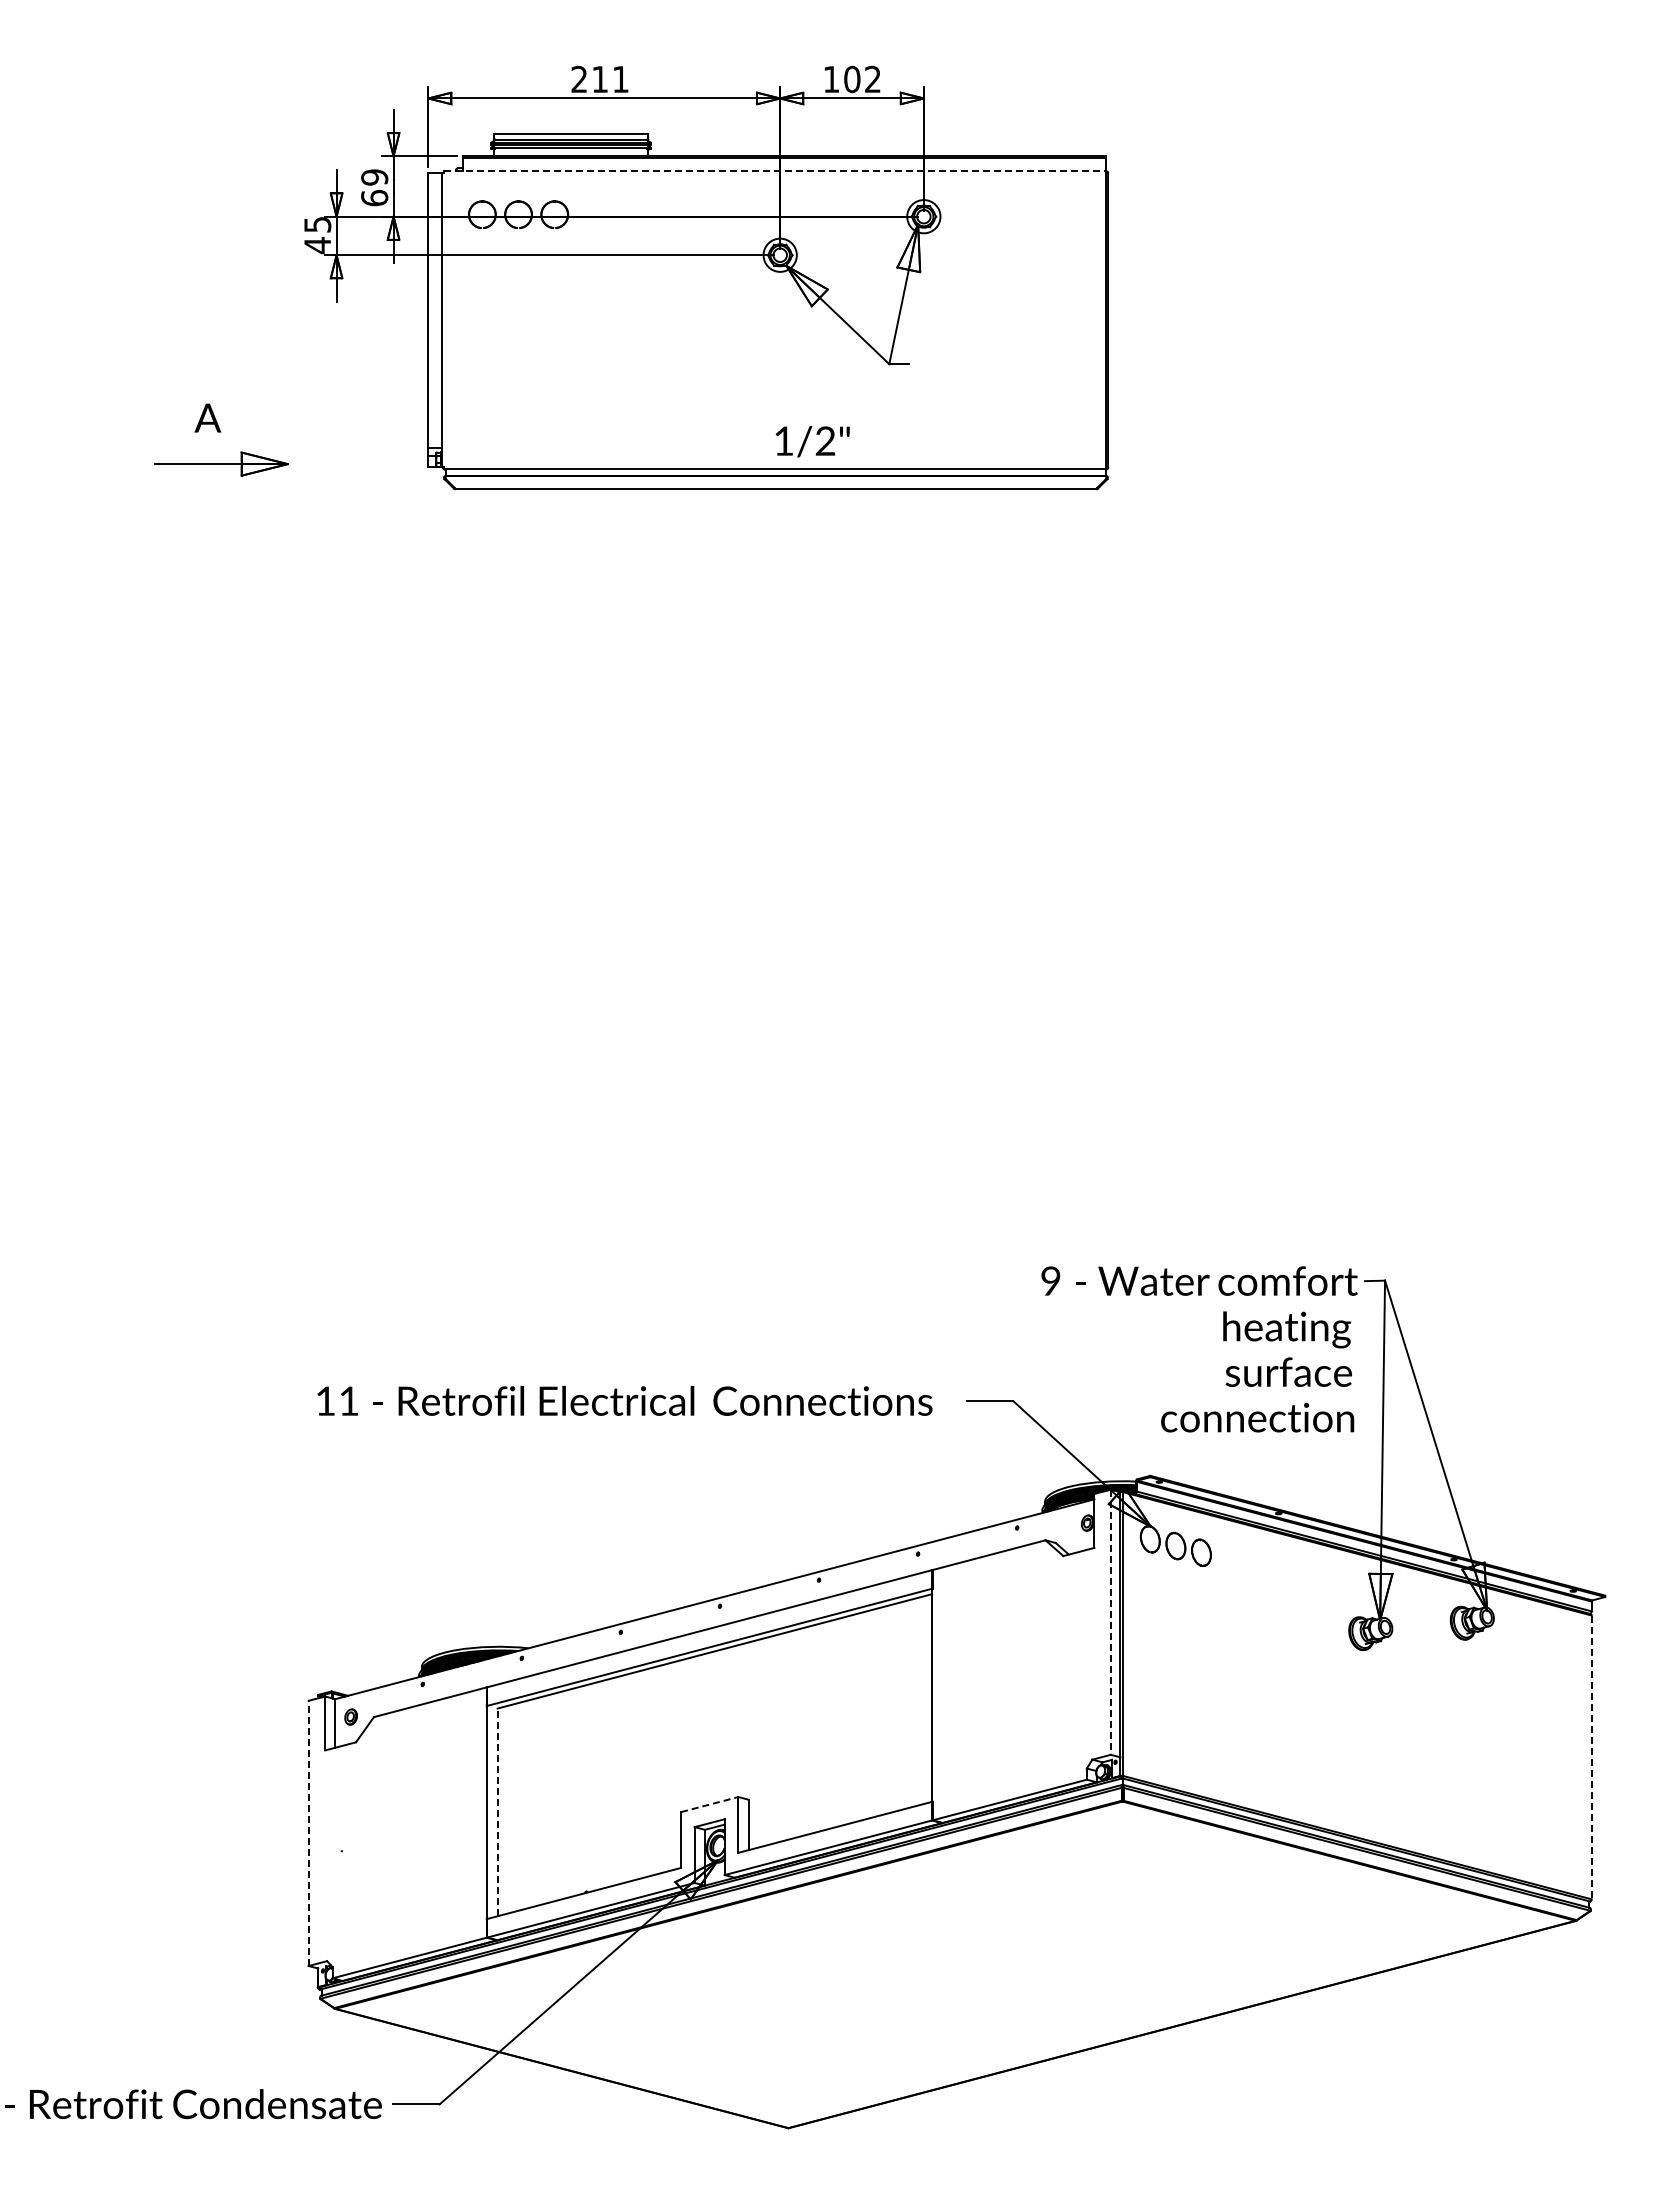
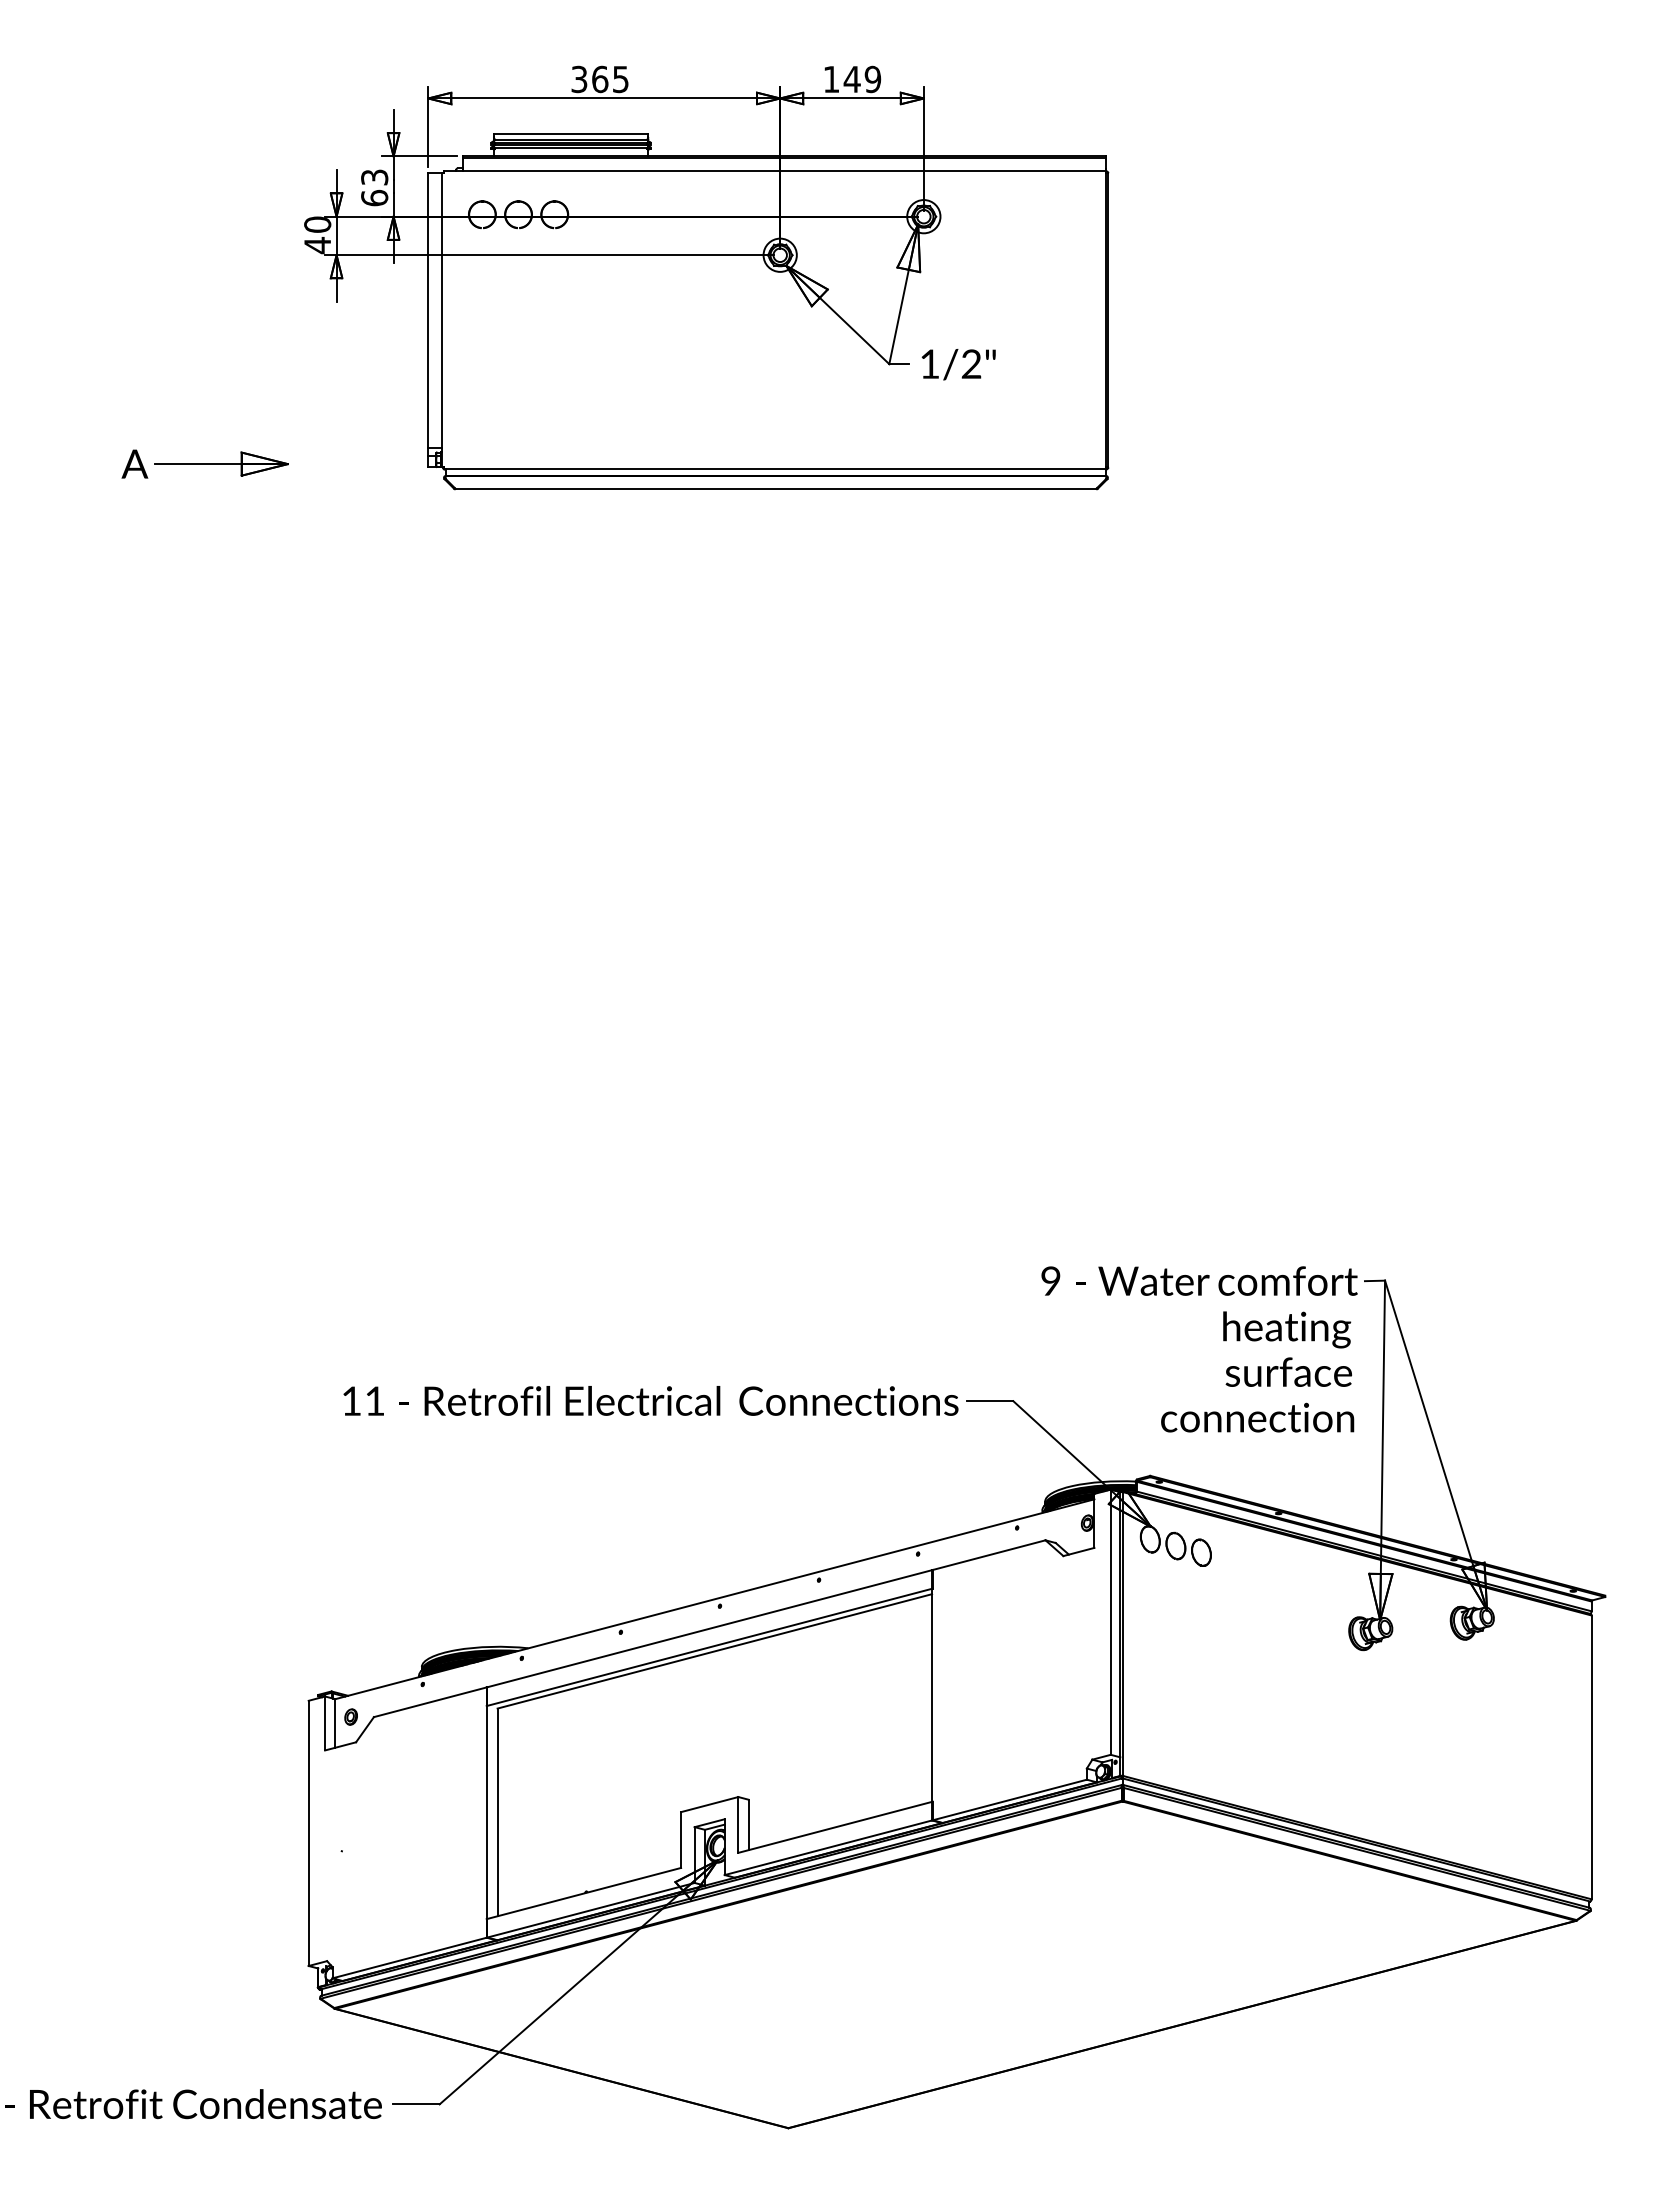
text at (599, 79): 211 -> 365
text at (862, 79): 102 -> 149
line at (775, 171): dashed -> solid
text at (374, 177): 69 -> 63
text at (317, 224): 45 -> 40
text at (207, 417) position: (207, 417) -> (134, 463)
text at (812, 441) position: (812, 441) -> (958, 364)
text at (624, 1400) position: (624, 1400) -> (650, 1400)
line at (1110, 1622): dashed -> solid
line at (1591, 1757): dashed -> solid
line at (709, 1804): dashed -> solid
line at (497, 1812): dashed -> solid
line at (308, 1833): dashed -> solid
